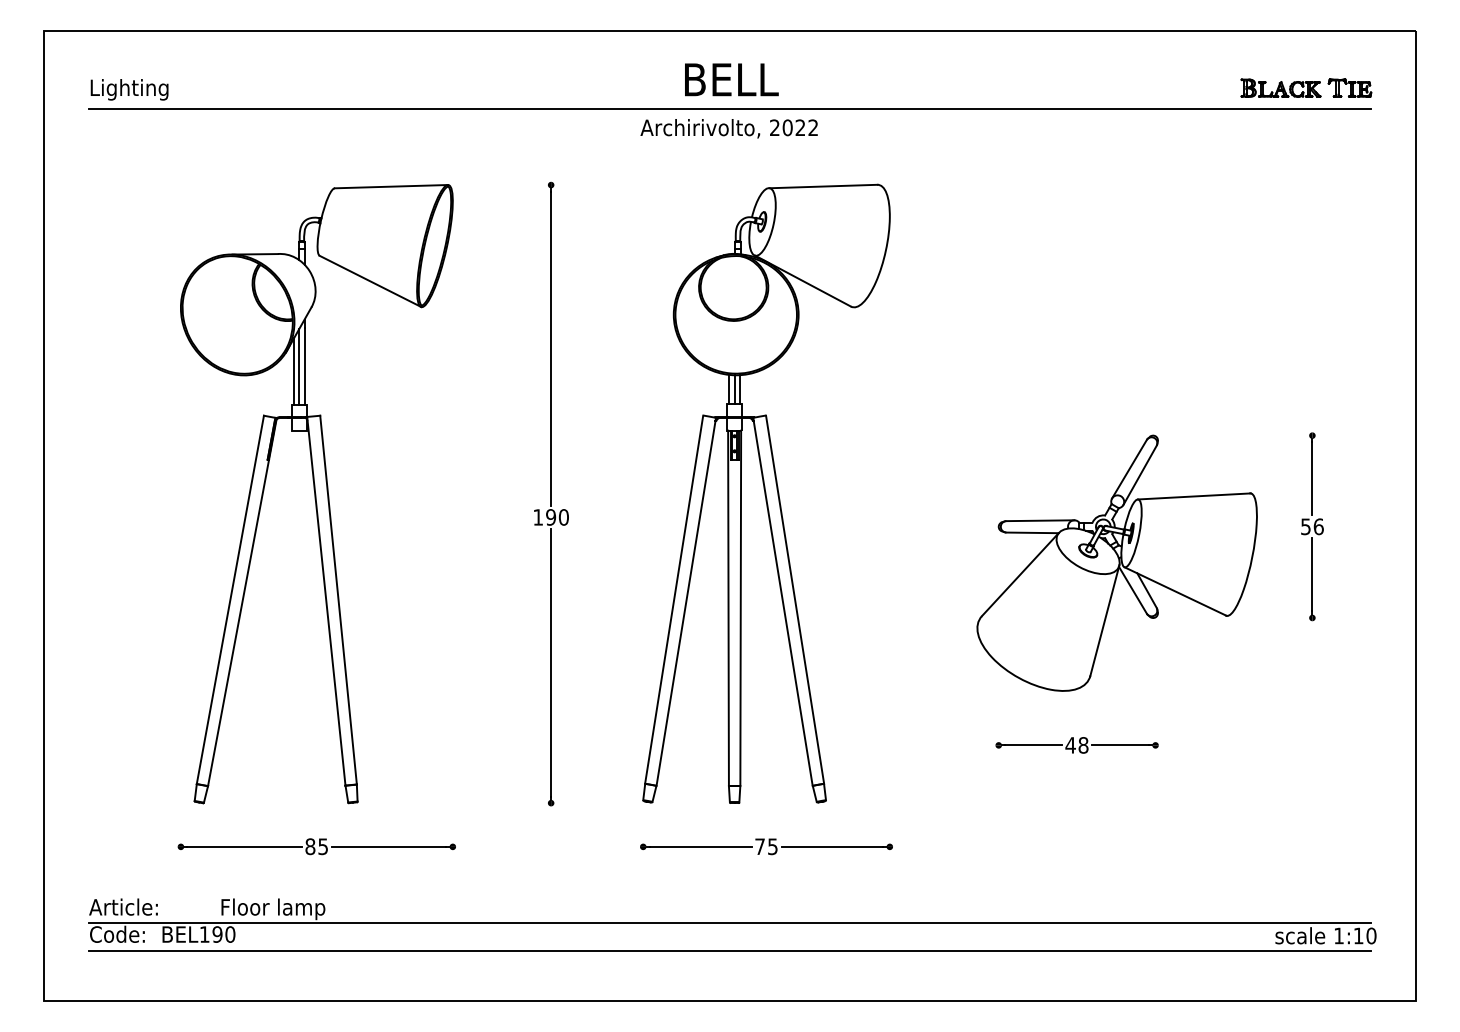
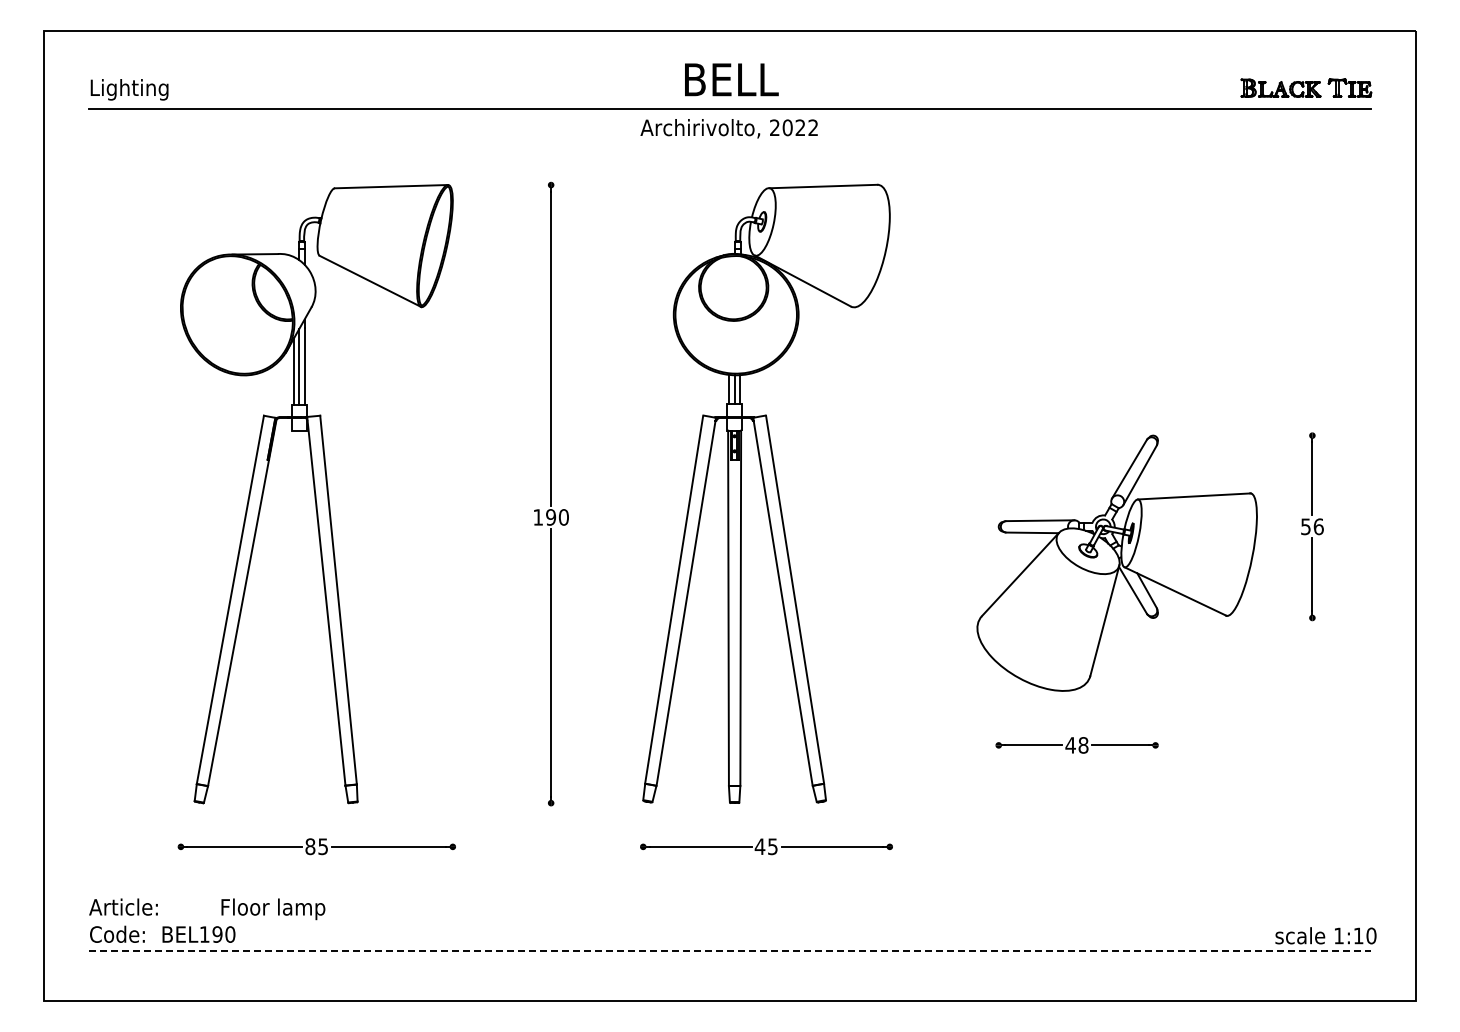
text at (759, 846): 75 -> 45
line at (729, 922): present -> none
line at (730, 951): solid -> dashed
